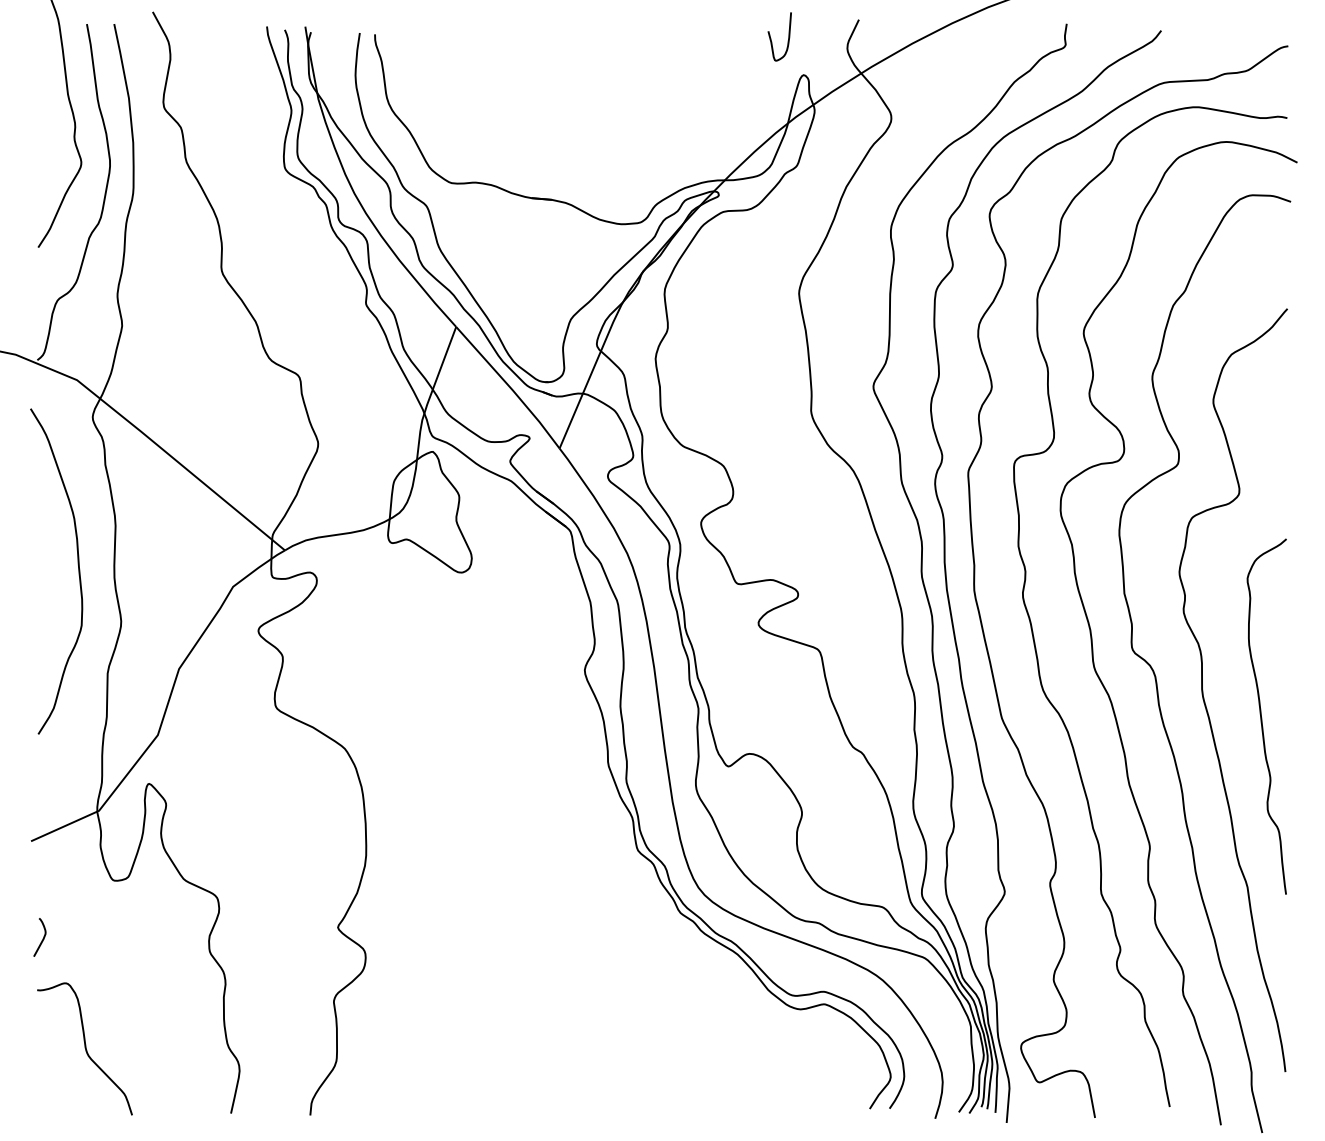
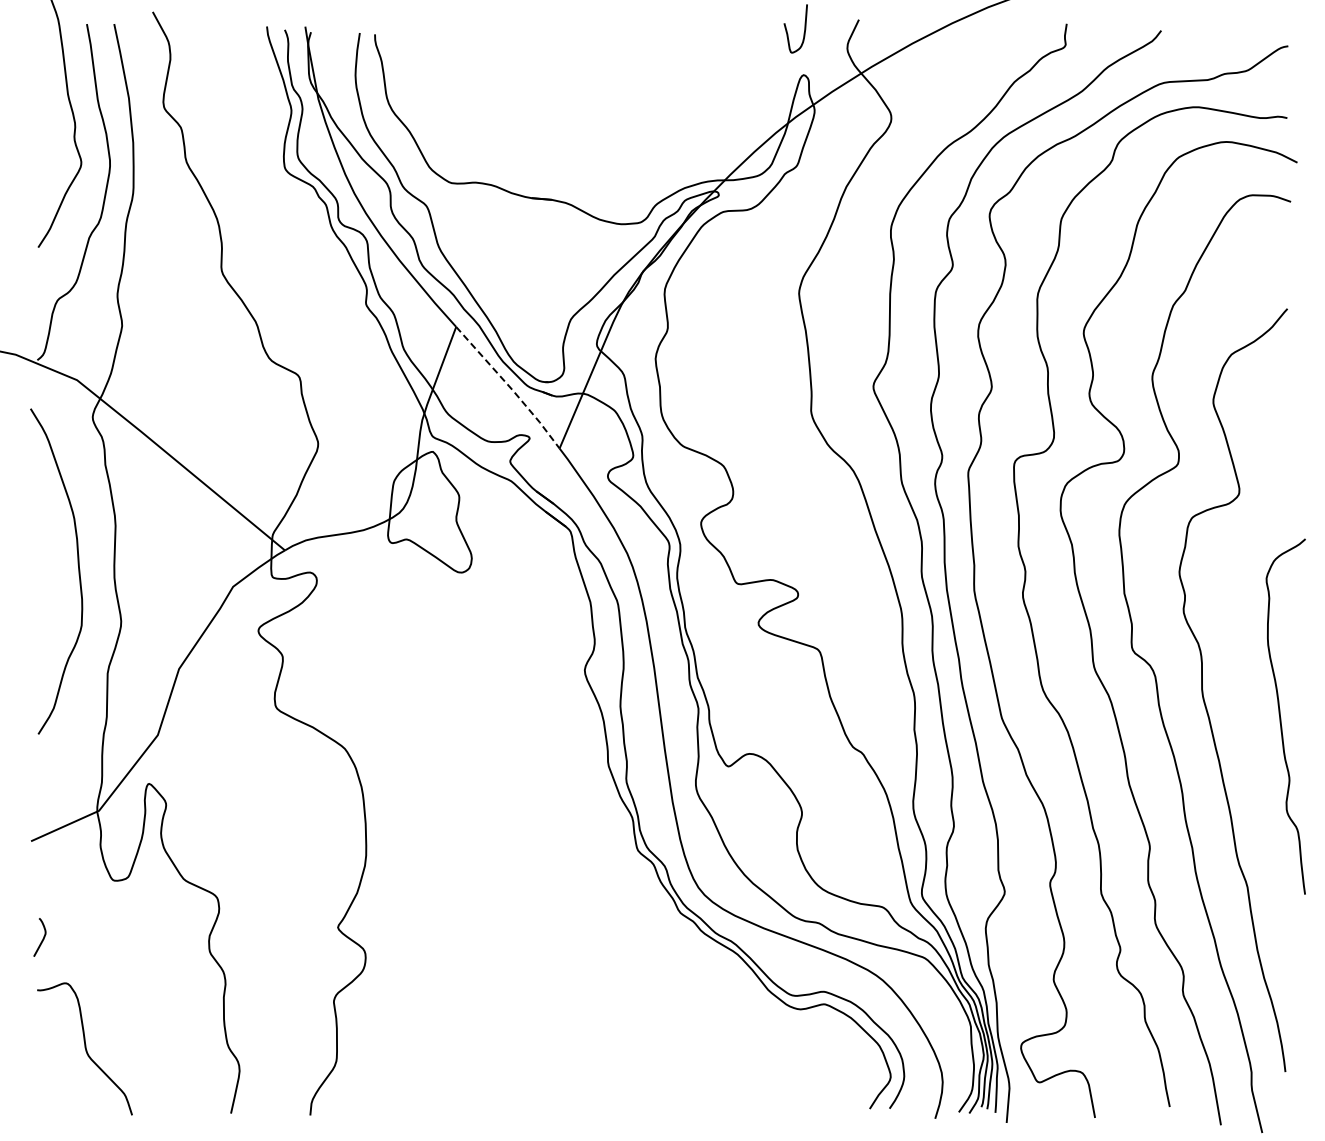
curve at (771, 38) position: (771, 38) -> (787, 30)
line at (510, 387): solid -> dashed
curve at (1262, 717) position: (1262, 717) -> (1281, 717)
